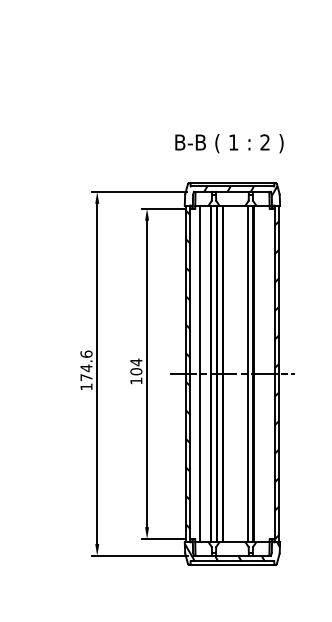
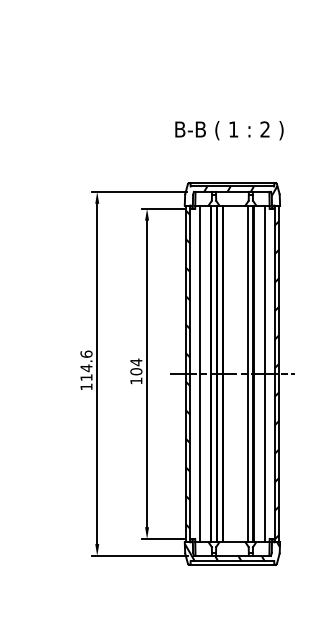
text at (229, 143) position: (229, 143) -> (229, 130)
line at (264, 373): none -> present
text at (86, 377): 174.6 -> 114.6
